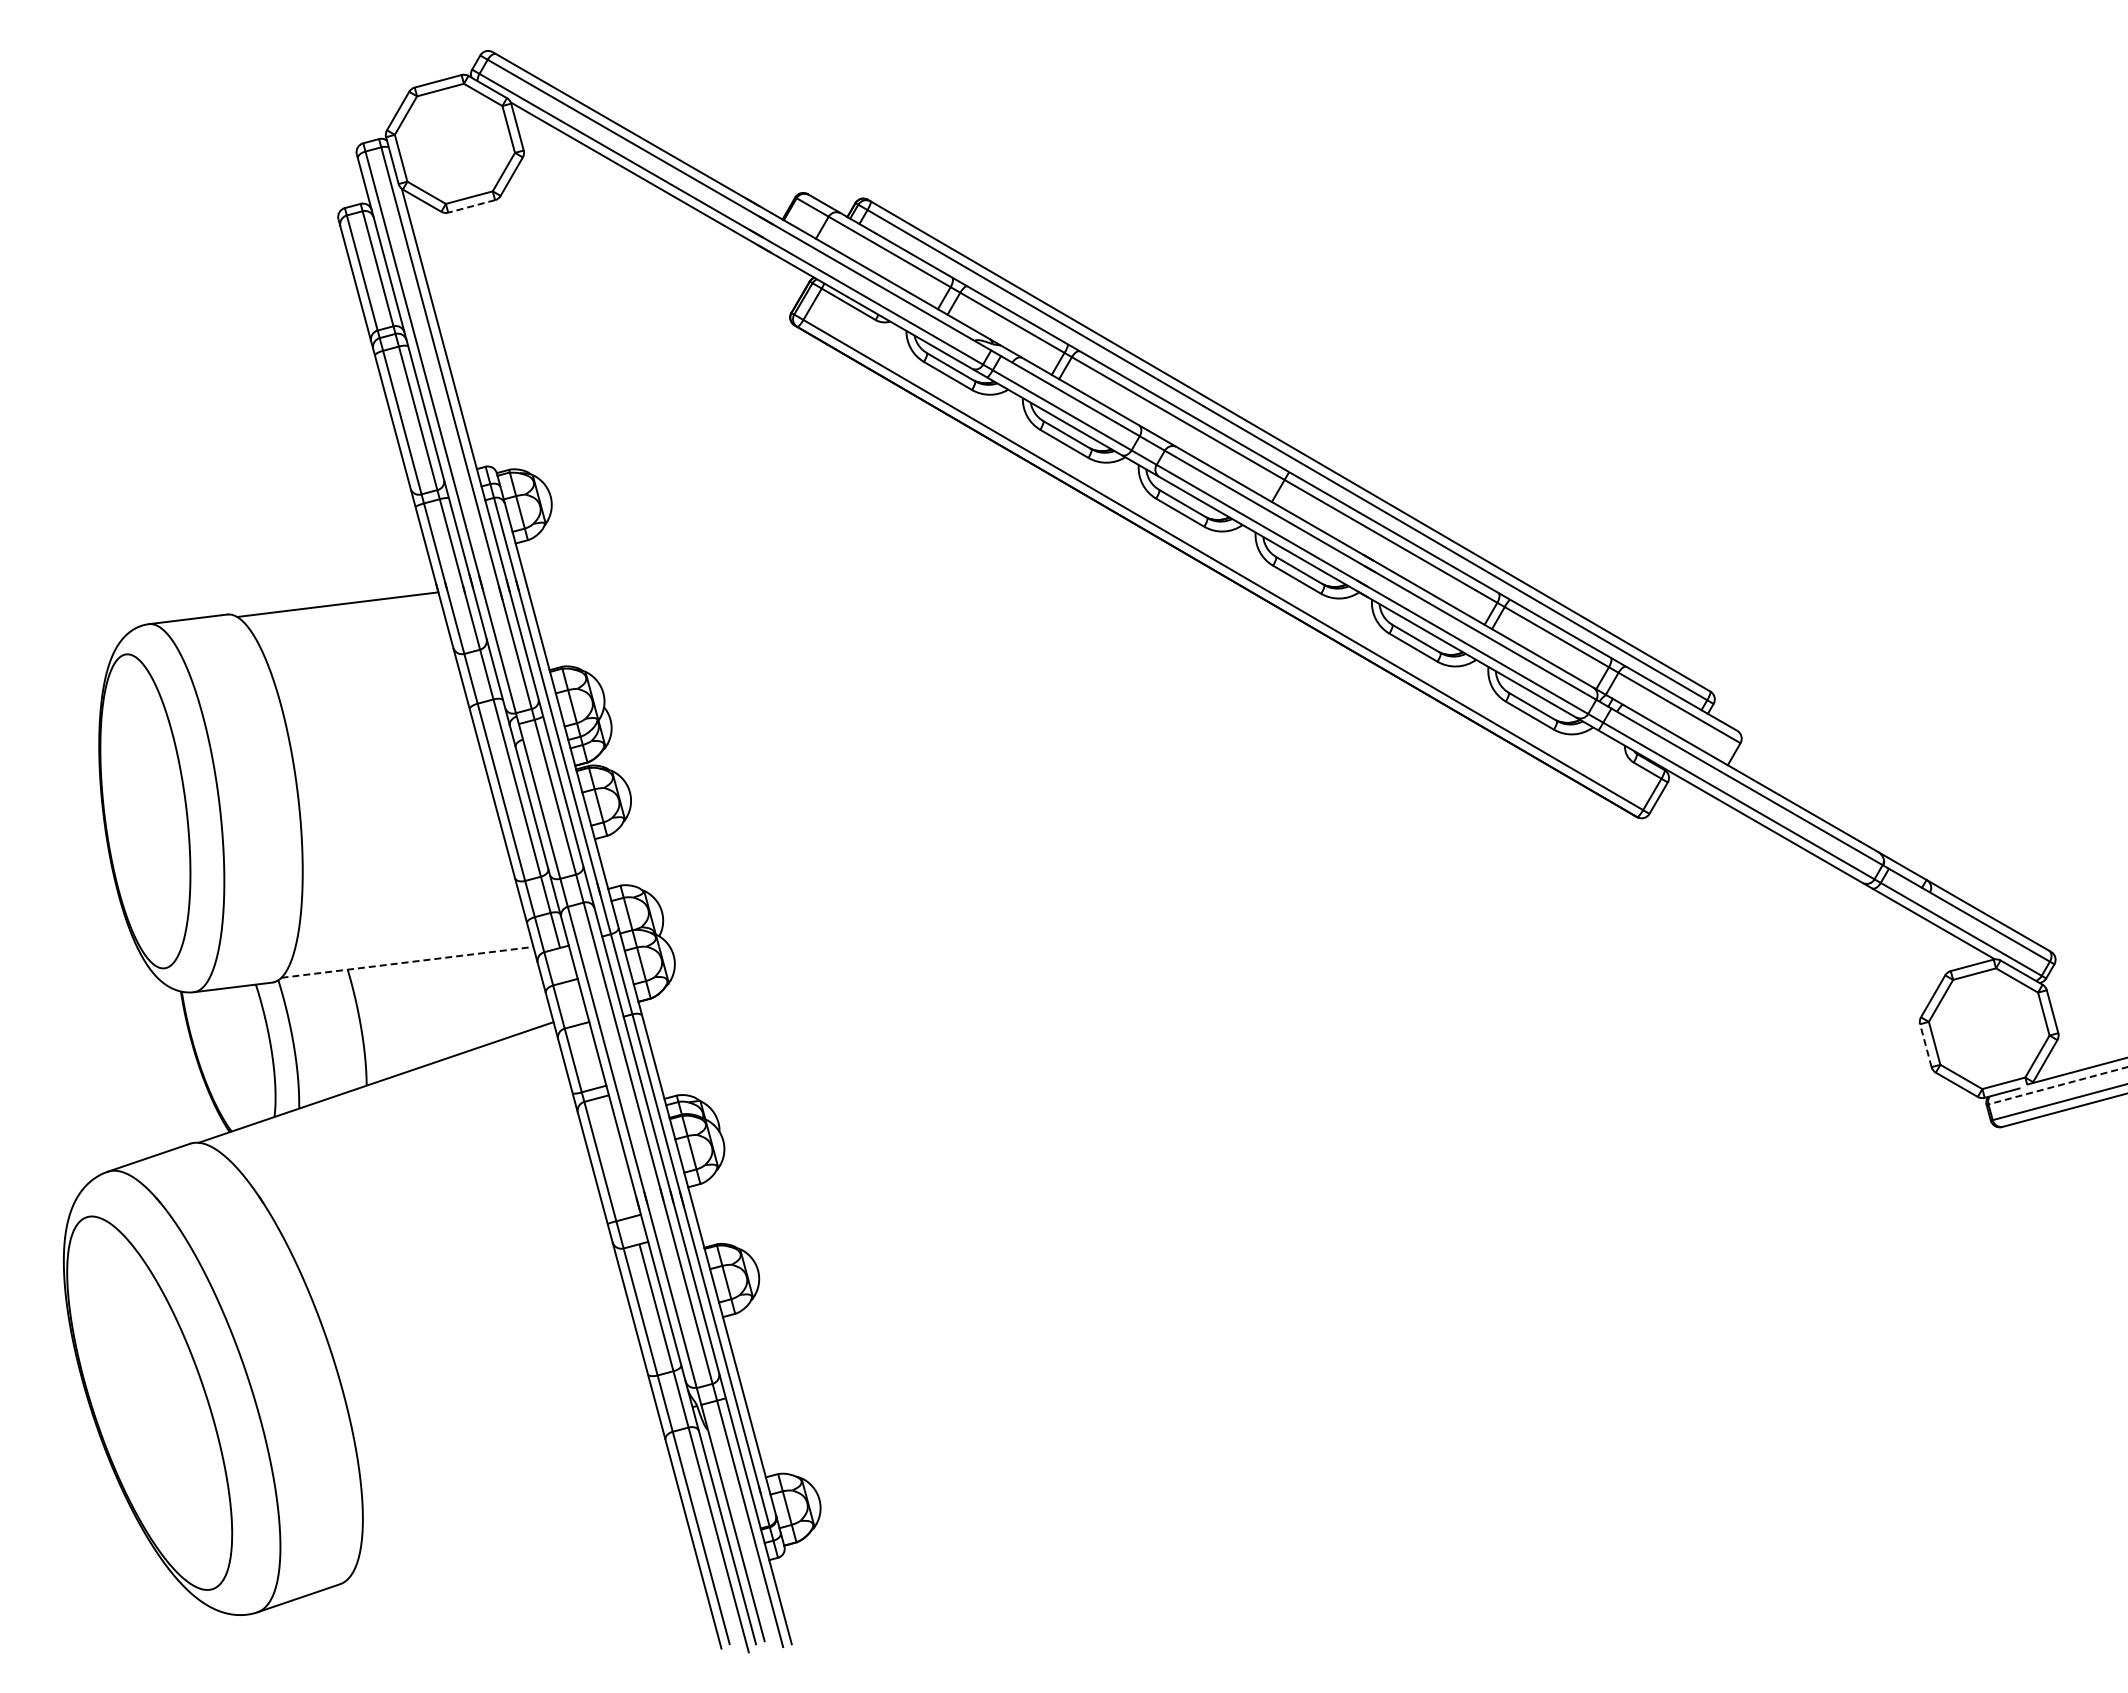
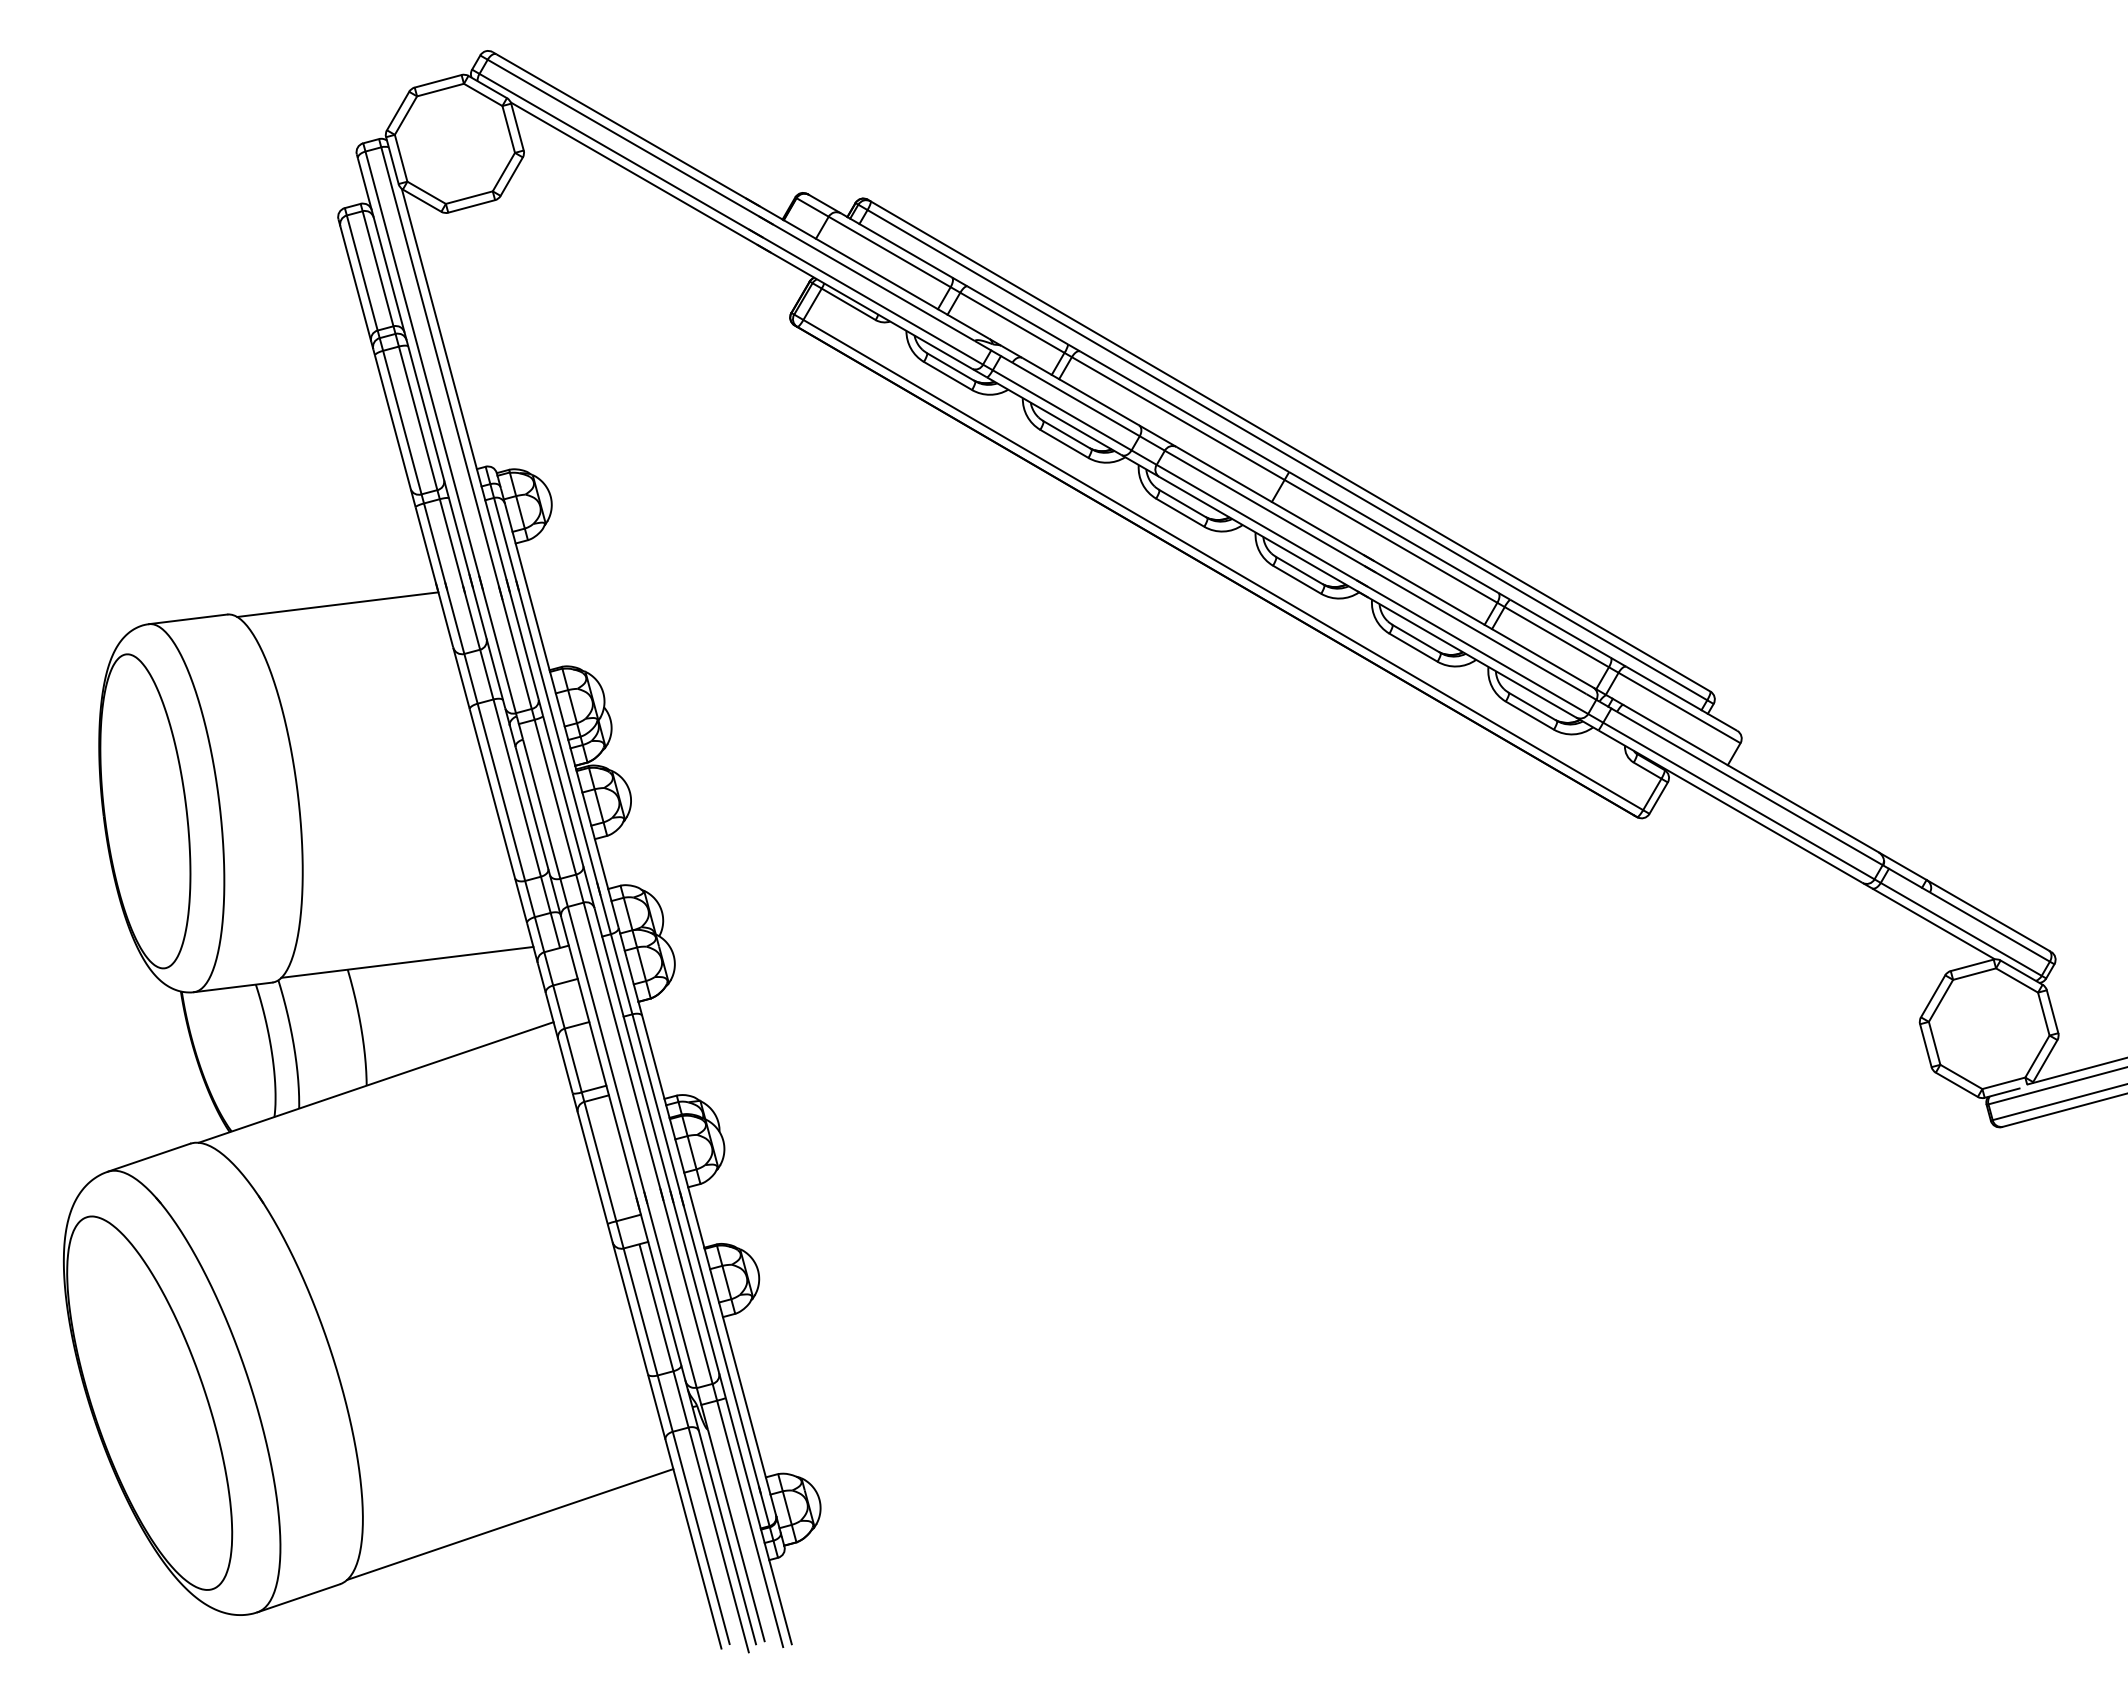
line at (471, 206): dashed -> solid
line at (407, 962): dashed -> solid
line at (1925, 1045): dashed -> solid
line at (2058, 1085): dashed -> solid
line at (510, 1524): none -> present
